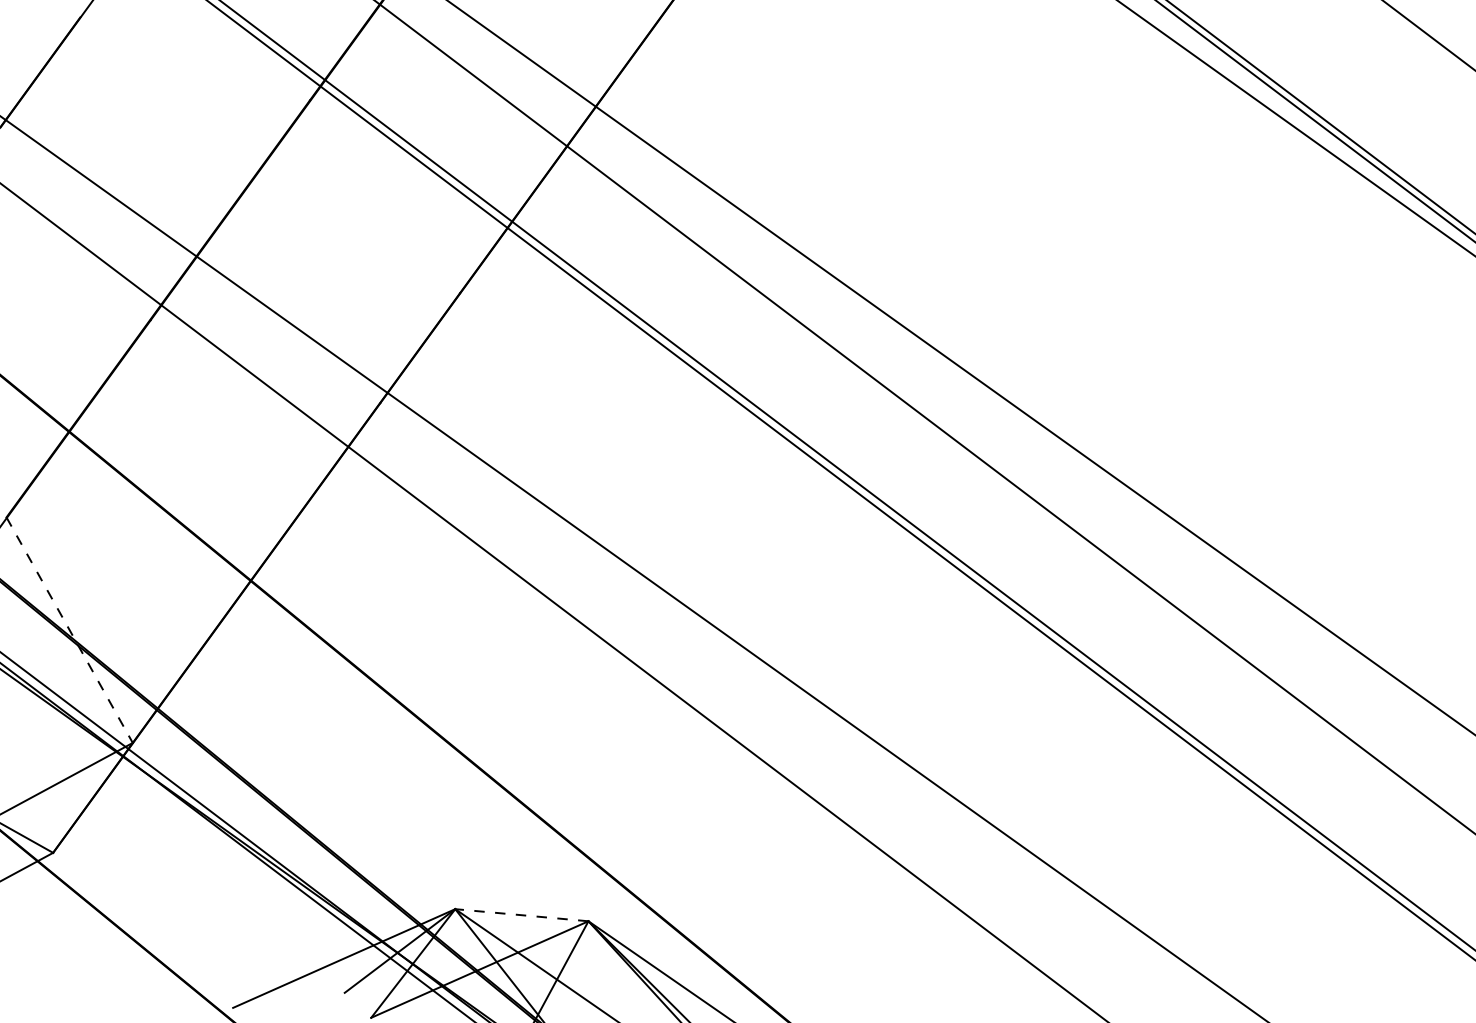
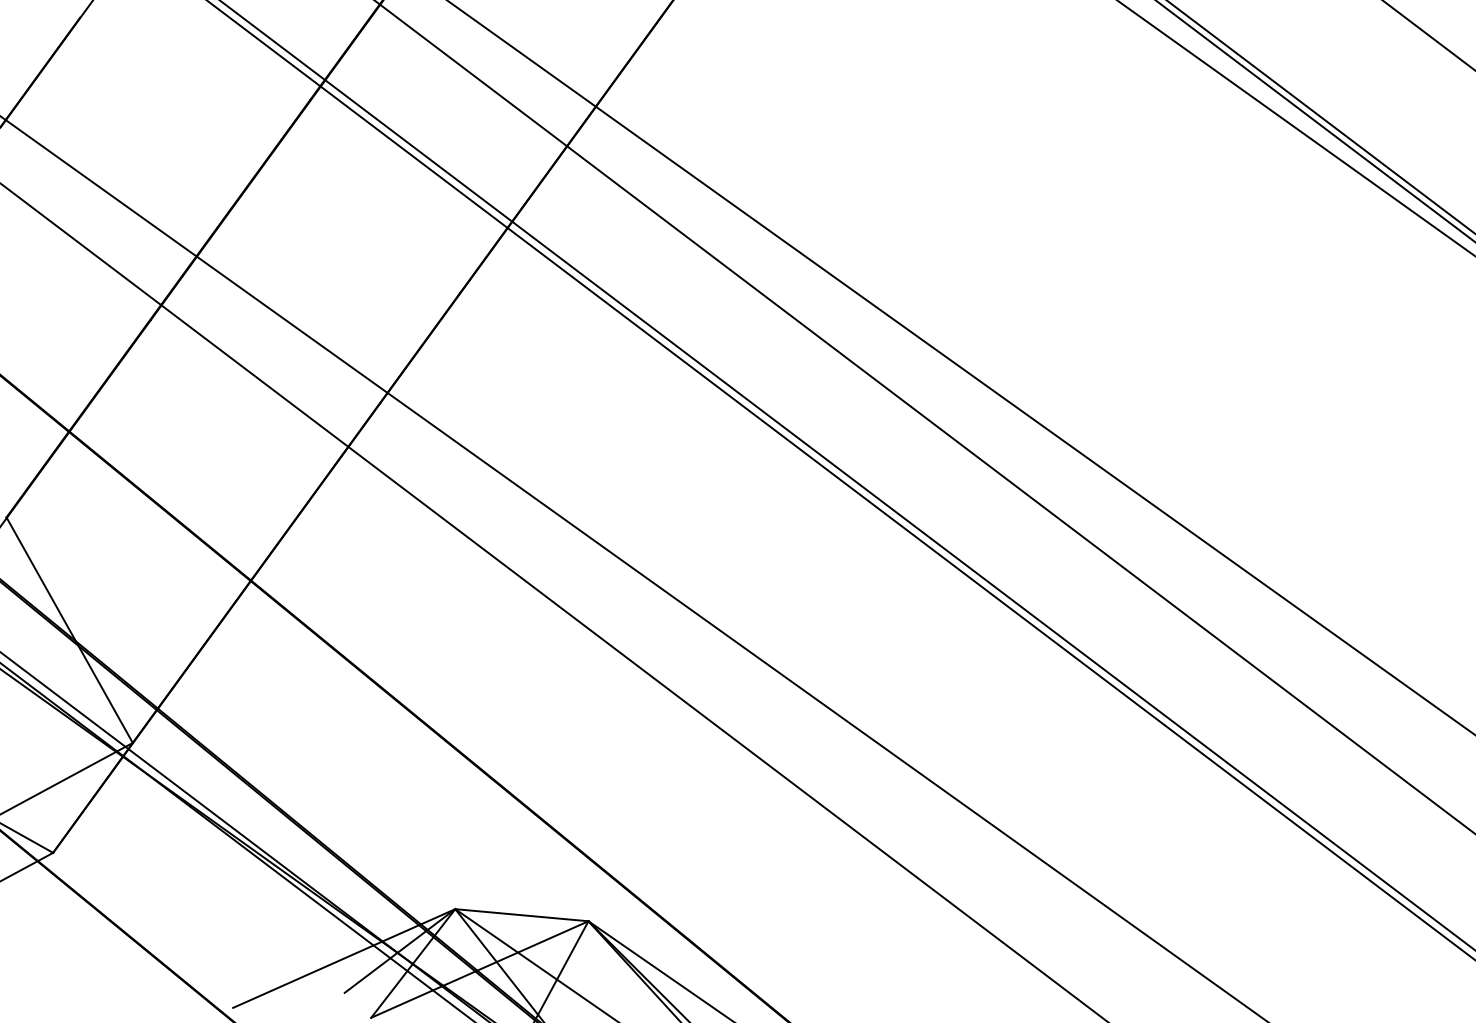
line at (69, 630): dashed -> solid
line at (521, 915): dashed -> solid
